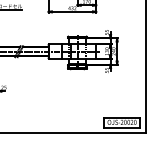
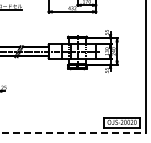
line at (73, 133): solid -> dashed
